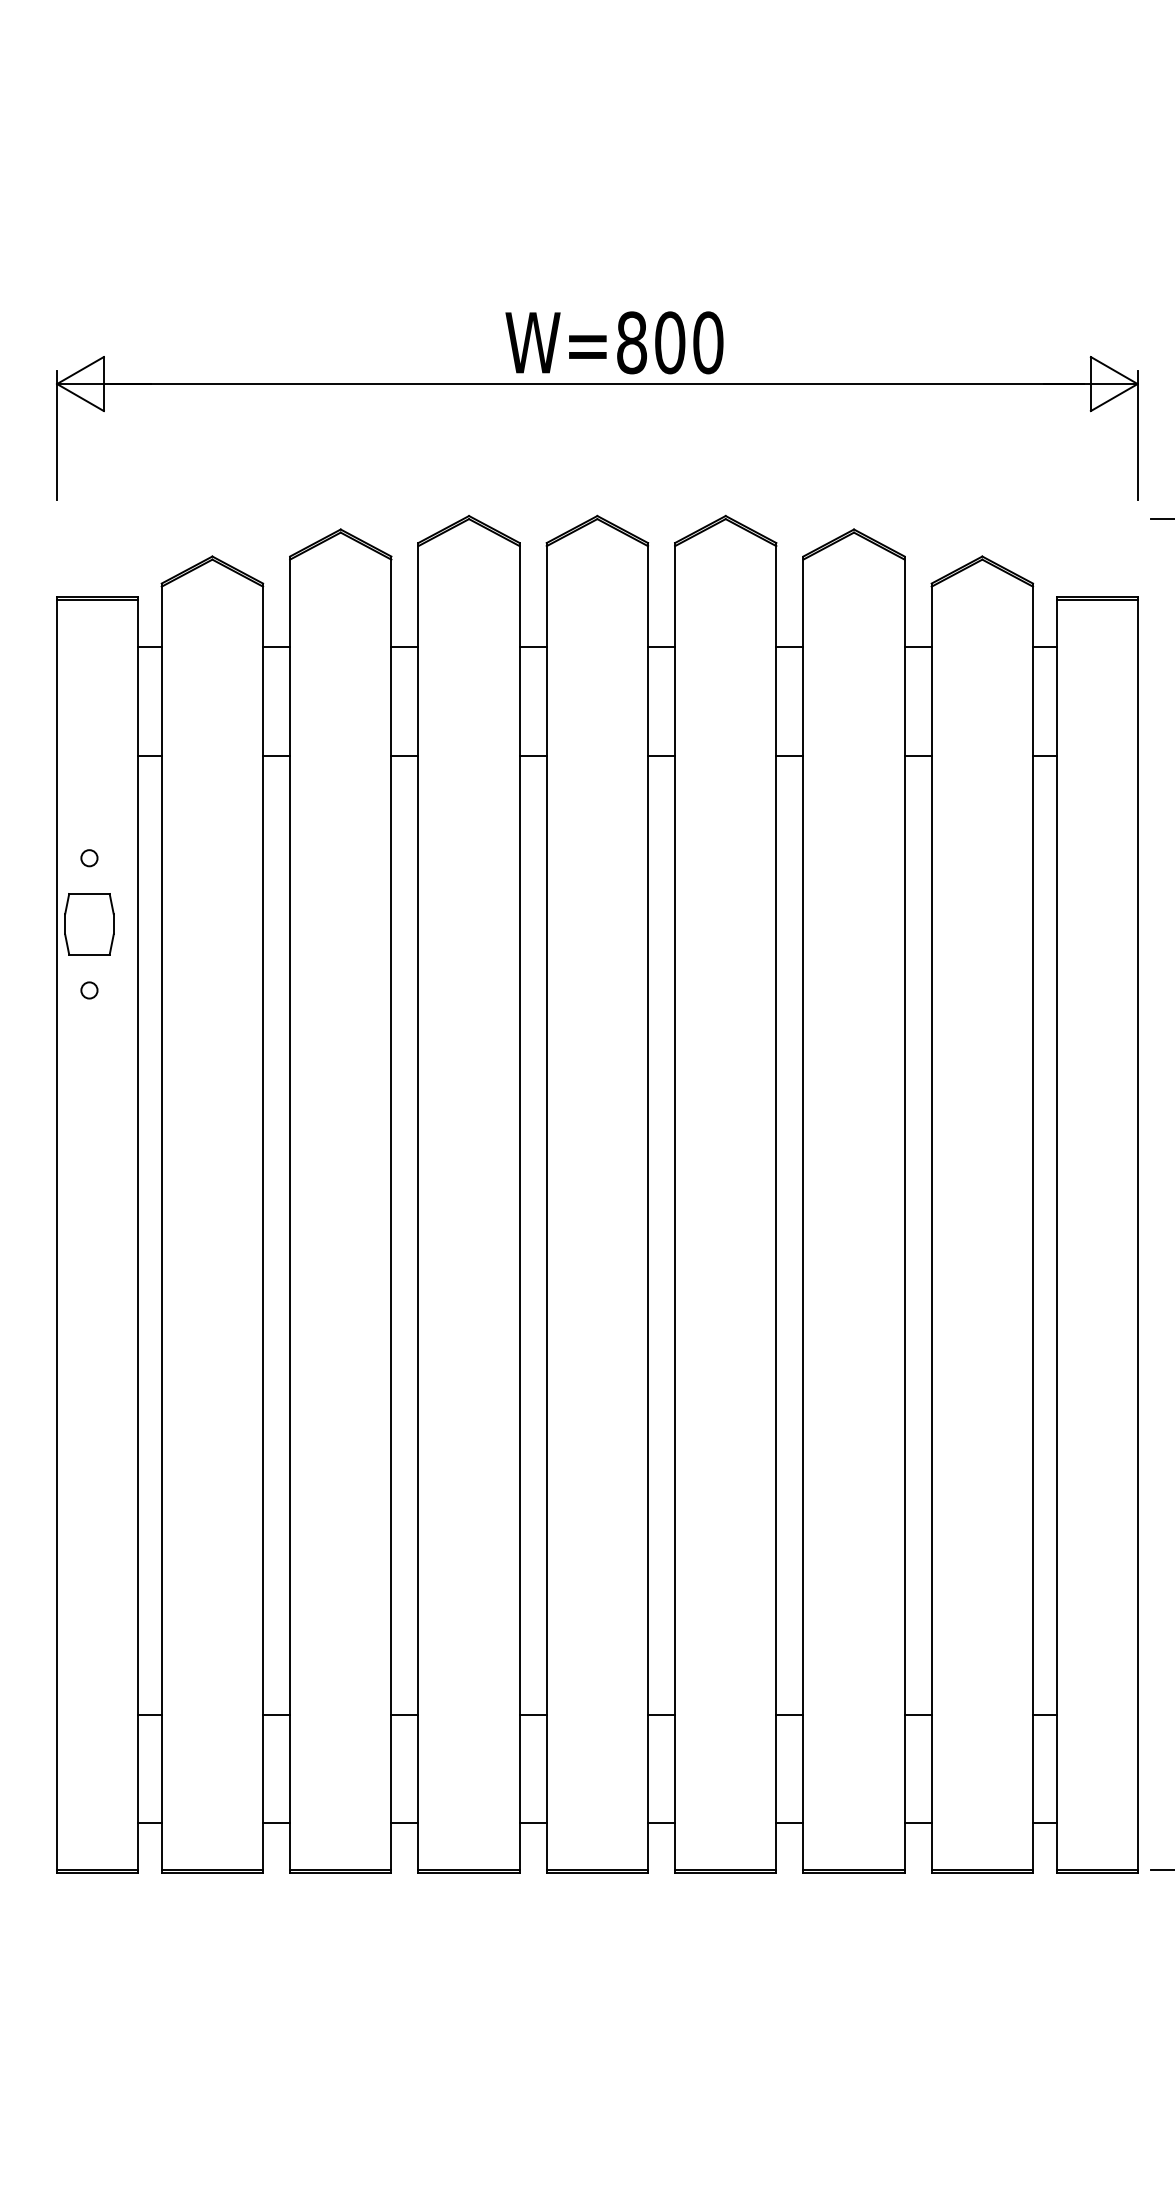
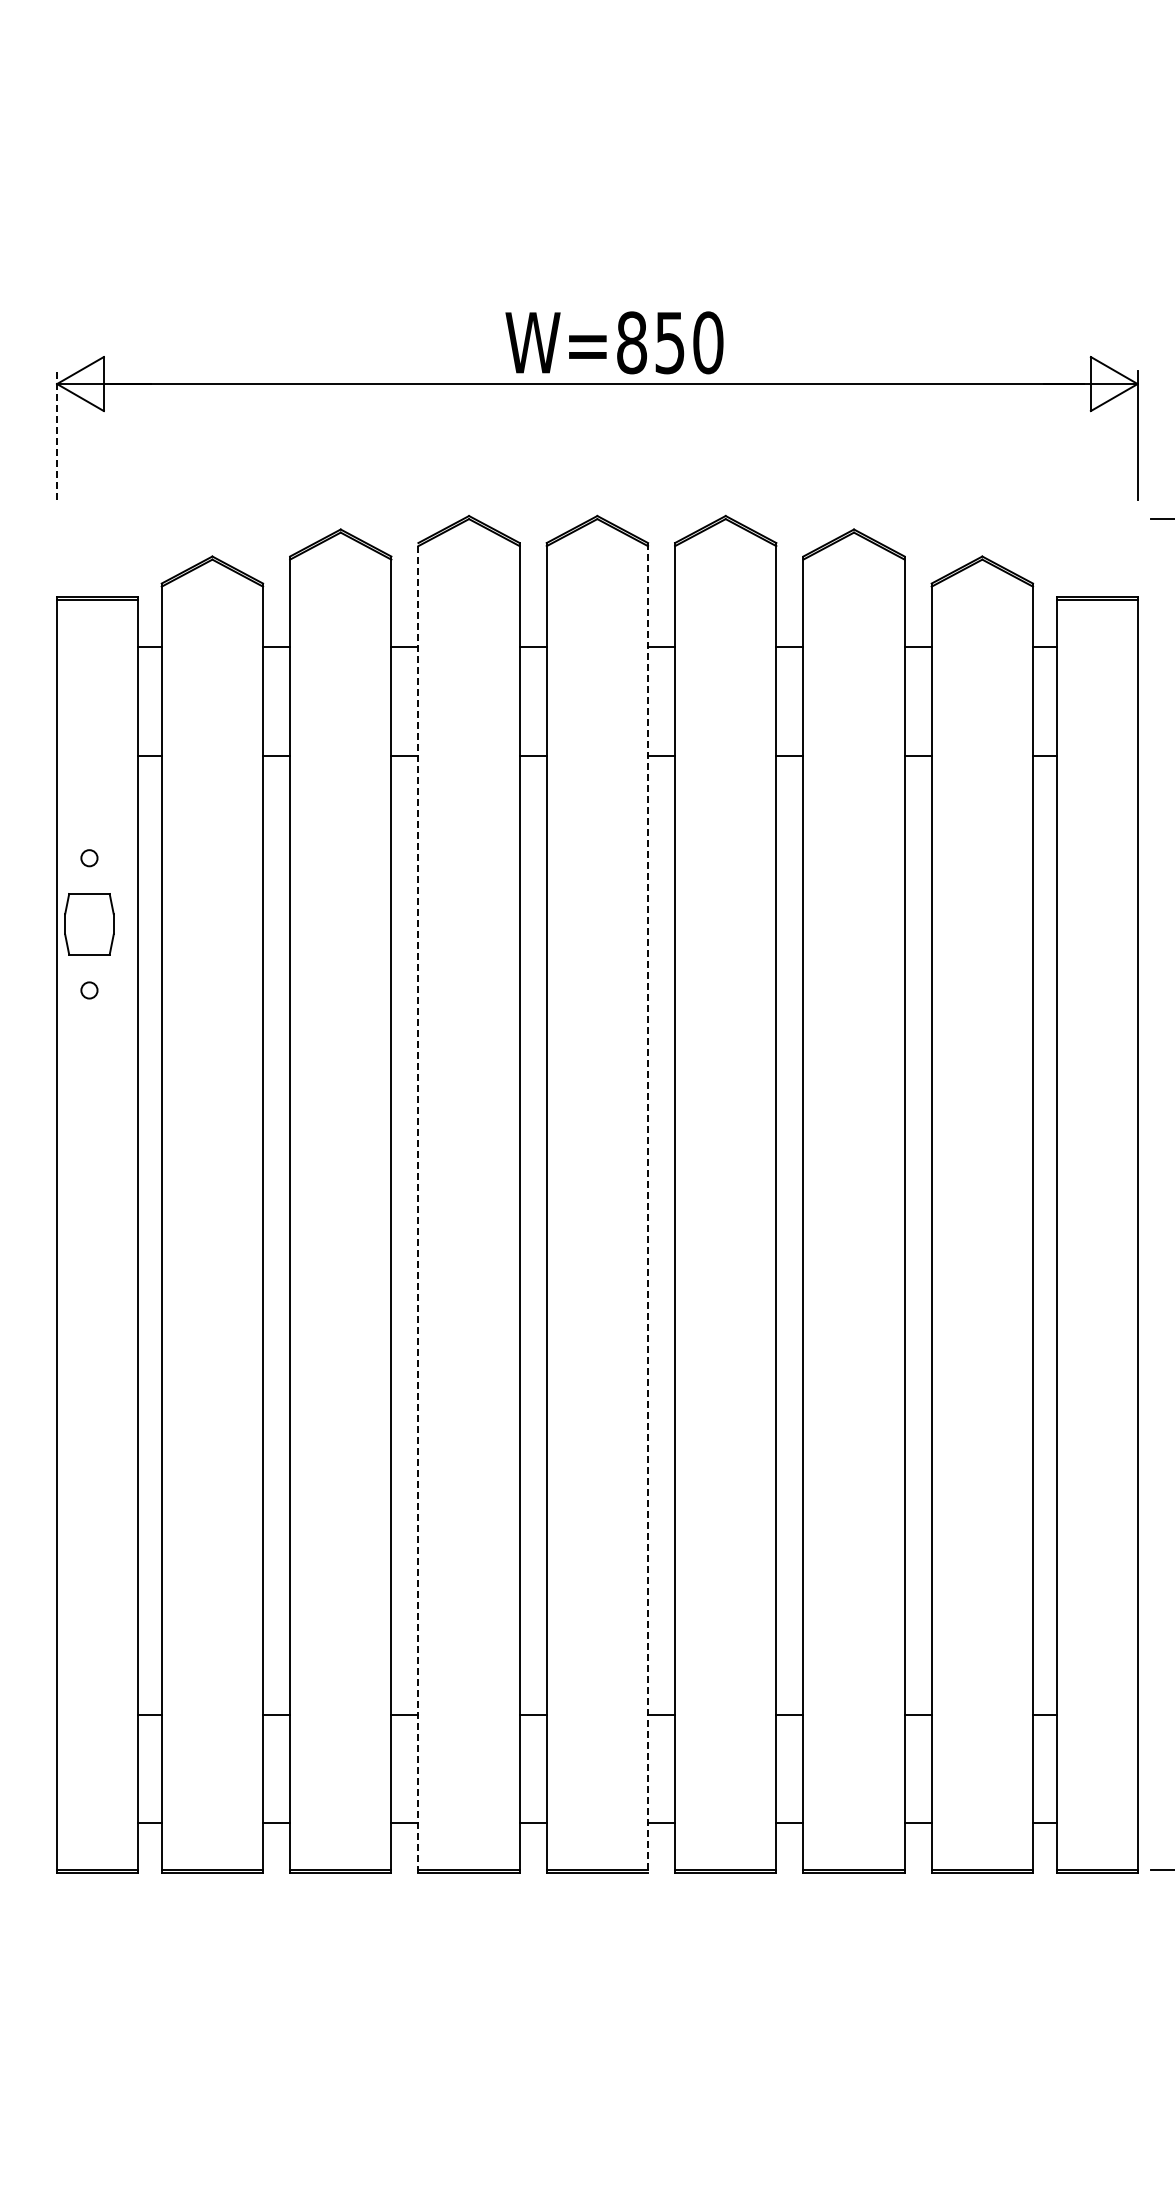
text at (670, 342): W=800 -> W=850
line at (57, 435): solid -> dashed
line at (418, 1207): solid -> dashed
line at (648, 1207): solid -> dashed
